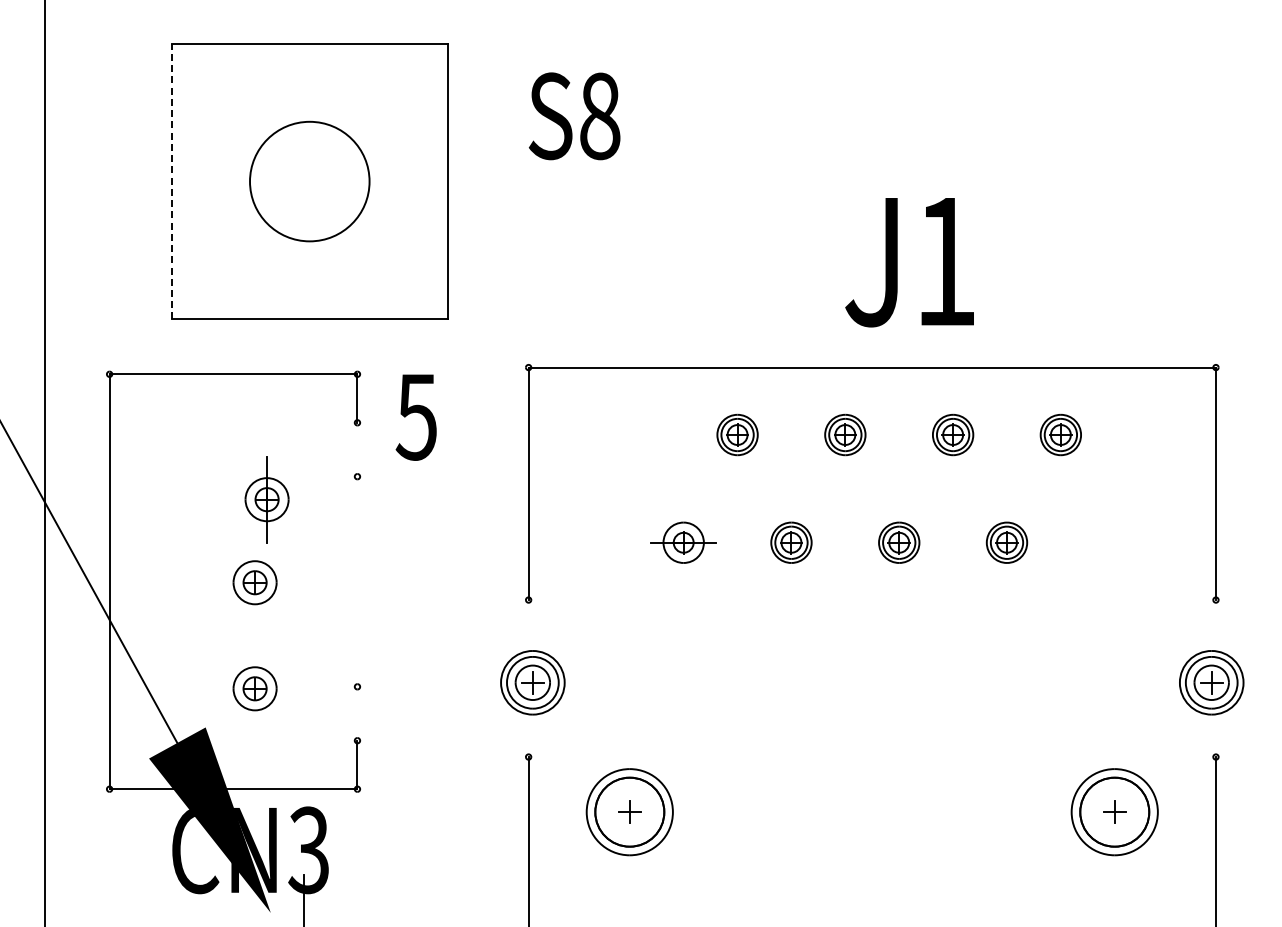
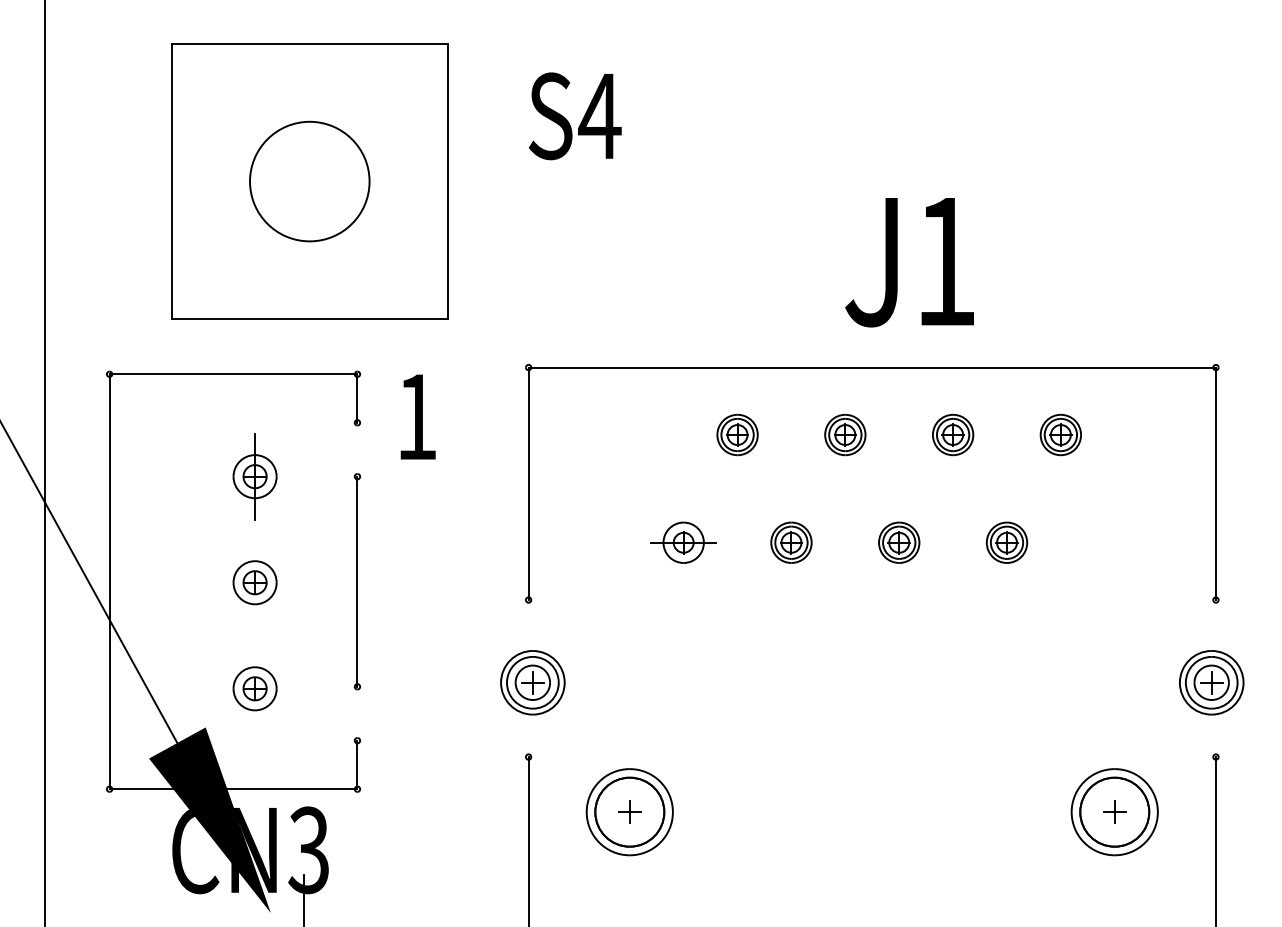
text at (599, 116): S8 -> S4
line at (171, 181): dashed -> solid
text at (415, 417): 5 -> 1
part at (266, 499) position: (266, 499) -> (254, 476)
line at (357, 581): none -> present
